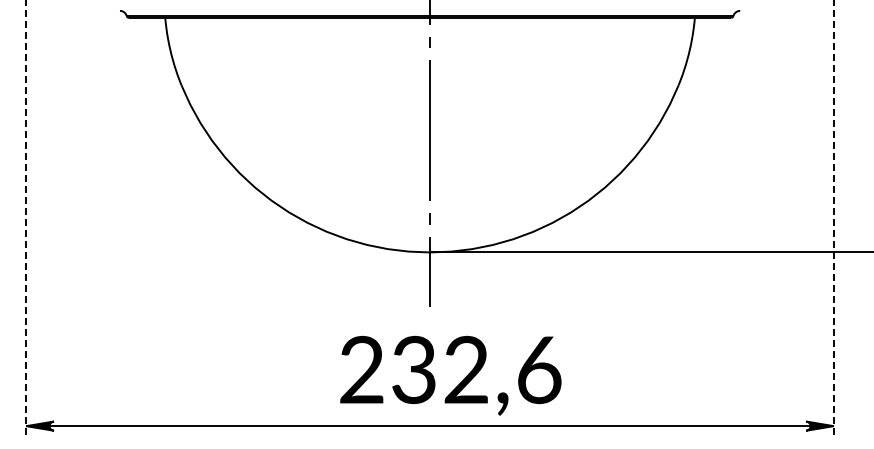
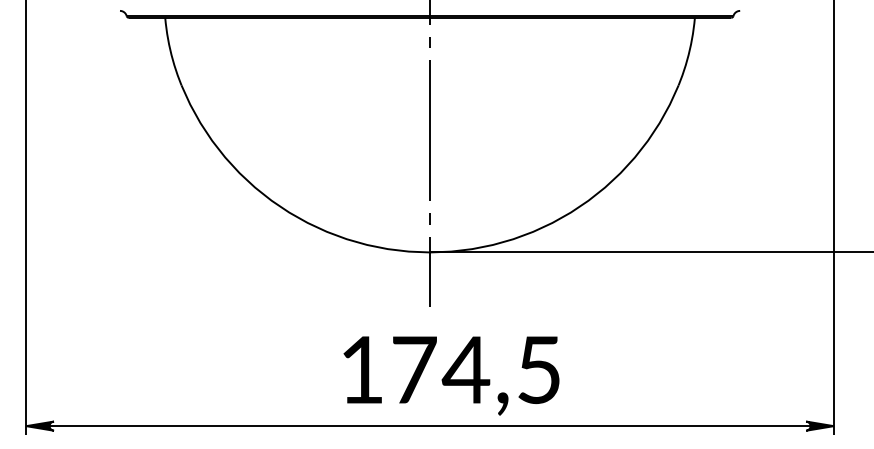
line at (26, 218): dashed -> solid
line at (833, 218): dashed -> solid
text at (450, 369): 232,6 -> 174,5
